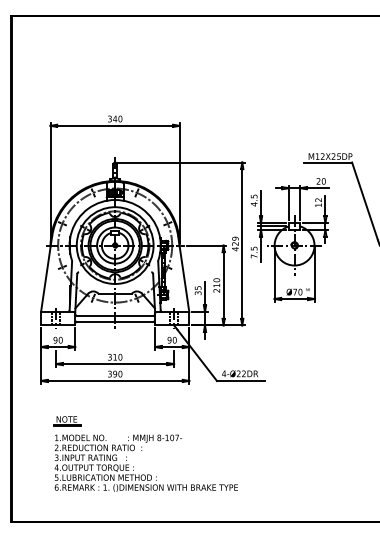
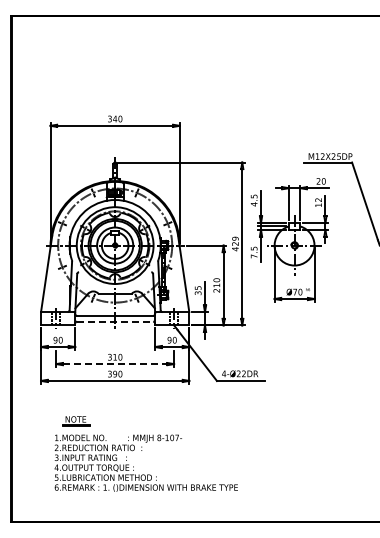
line at (115, 321): solid -> dashed
line at (115, 364): solid -> dashed
part at (67, 421) position: (67, 421) -> (76, 421)
